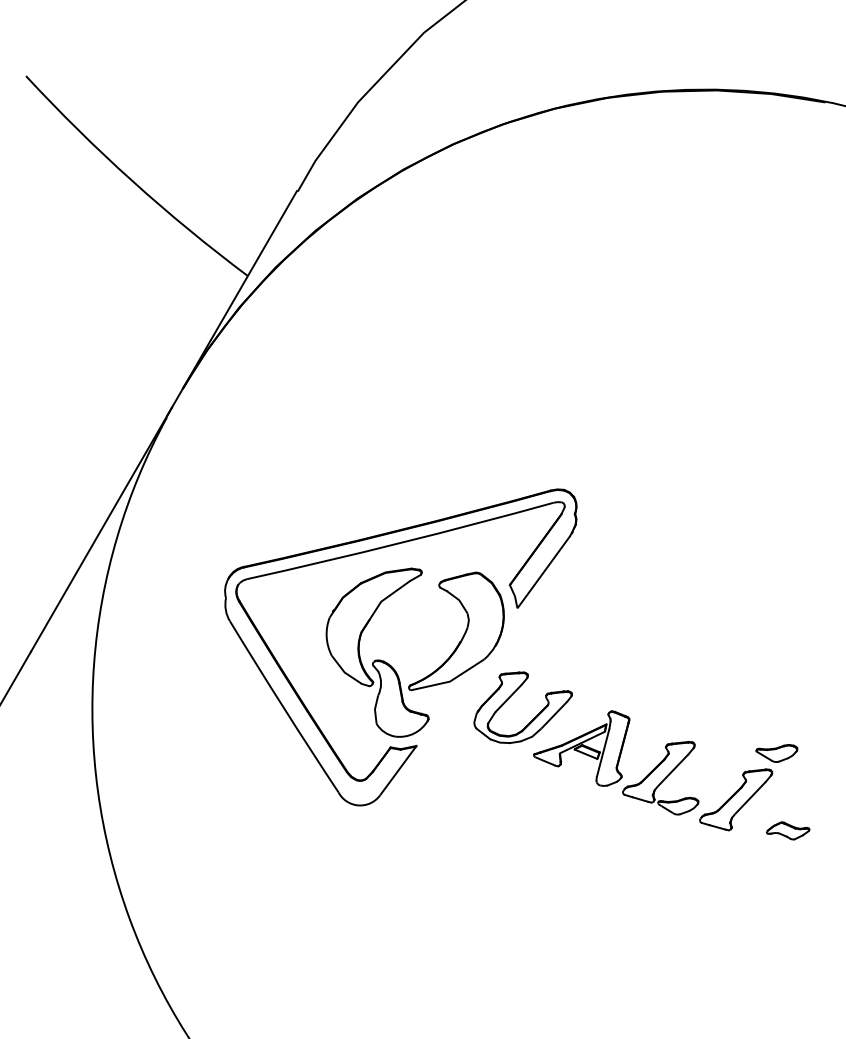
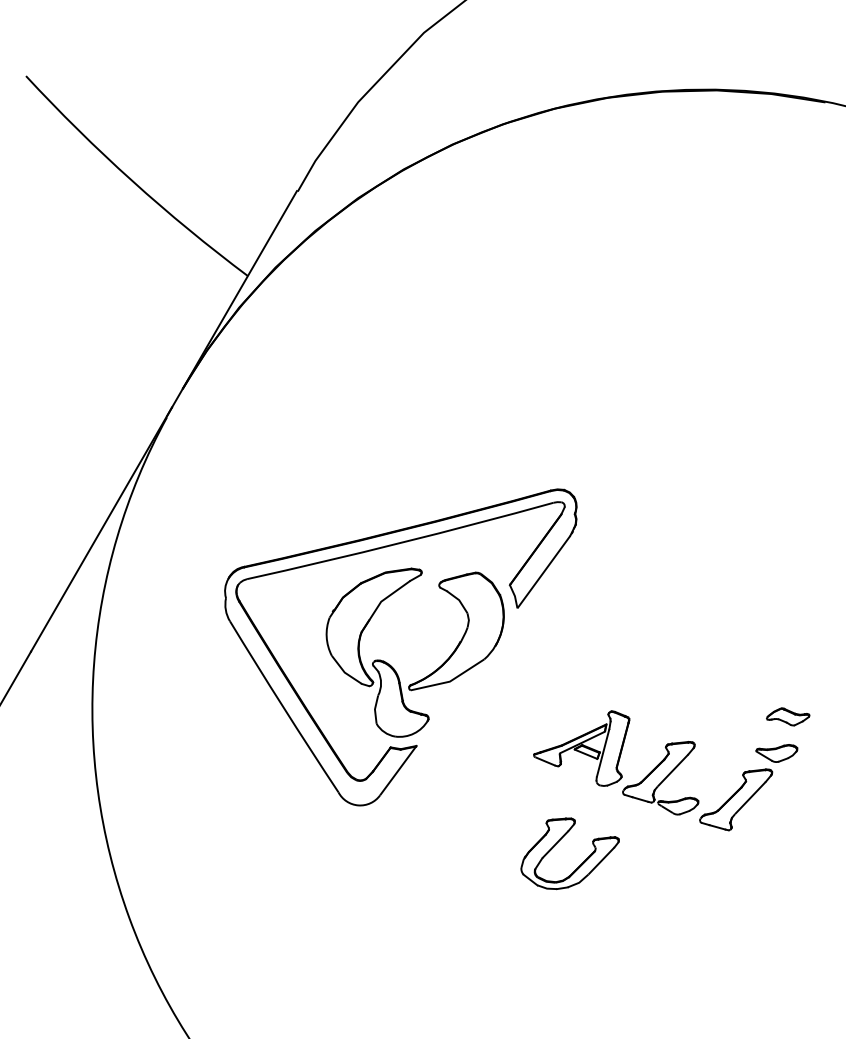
part at (511, 696) position: (511, 696) -> (558, 842)
part at (788, 830) position: (788, 830) -> (788, 716)
